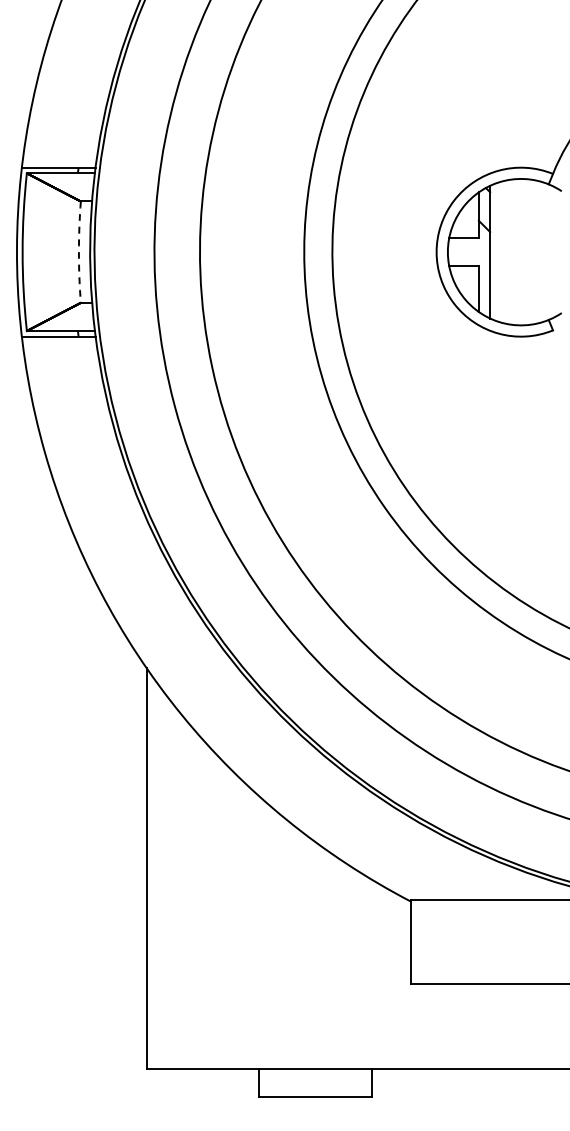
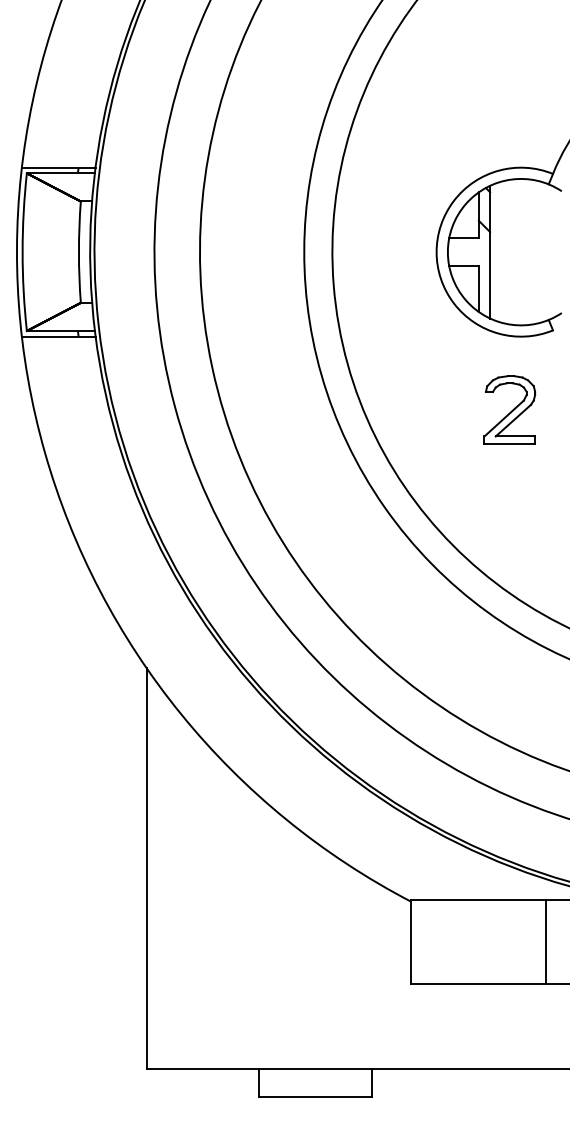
arc at (78, 252): dashed -> solid
part at (509, 409): none -> present
line at (546, 941): none -> present
